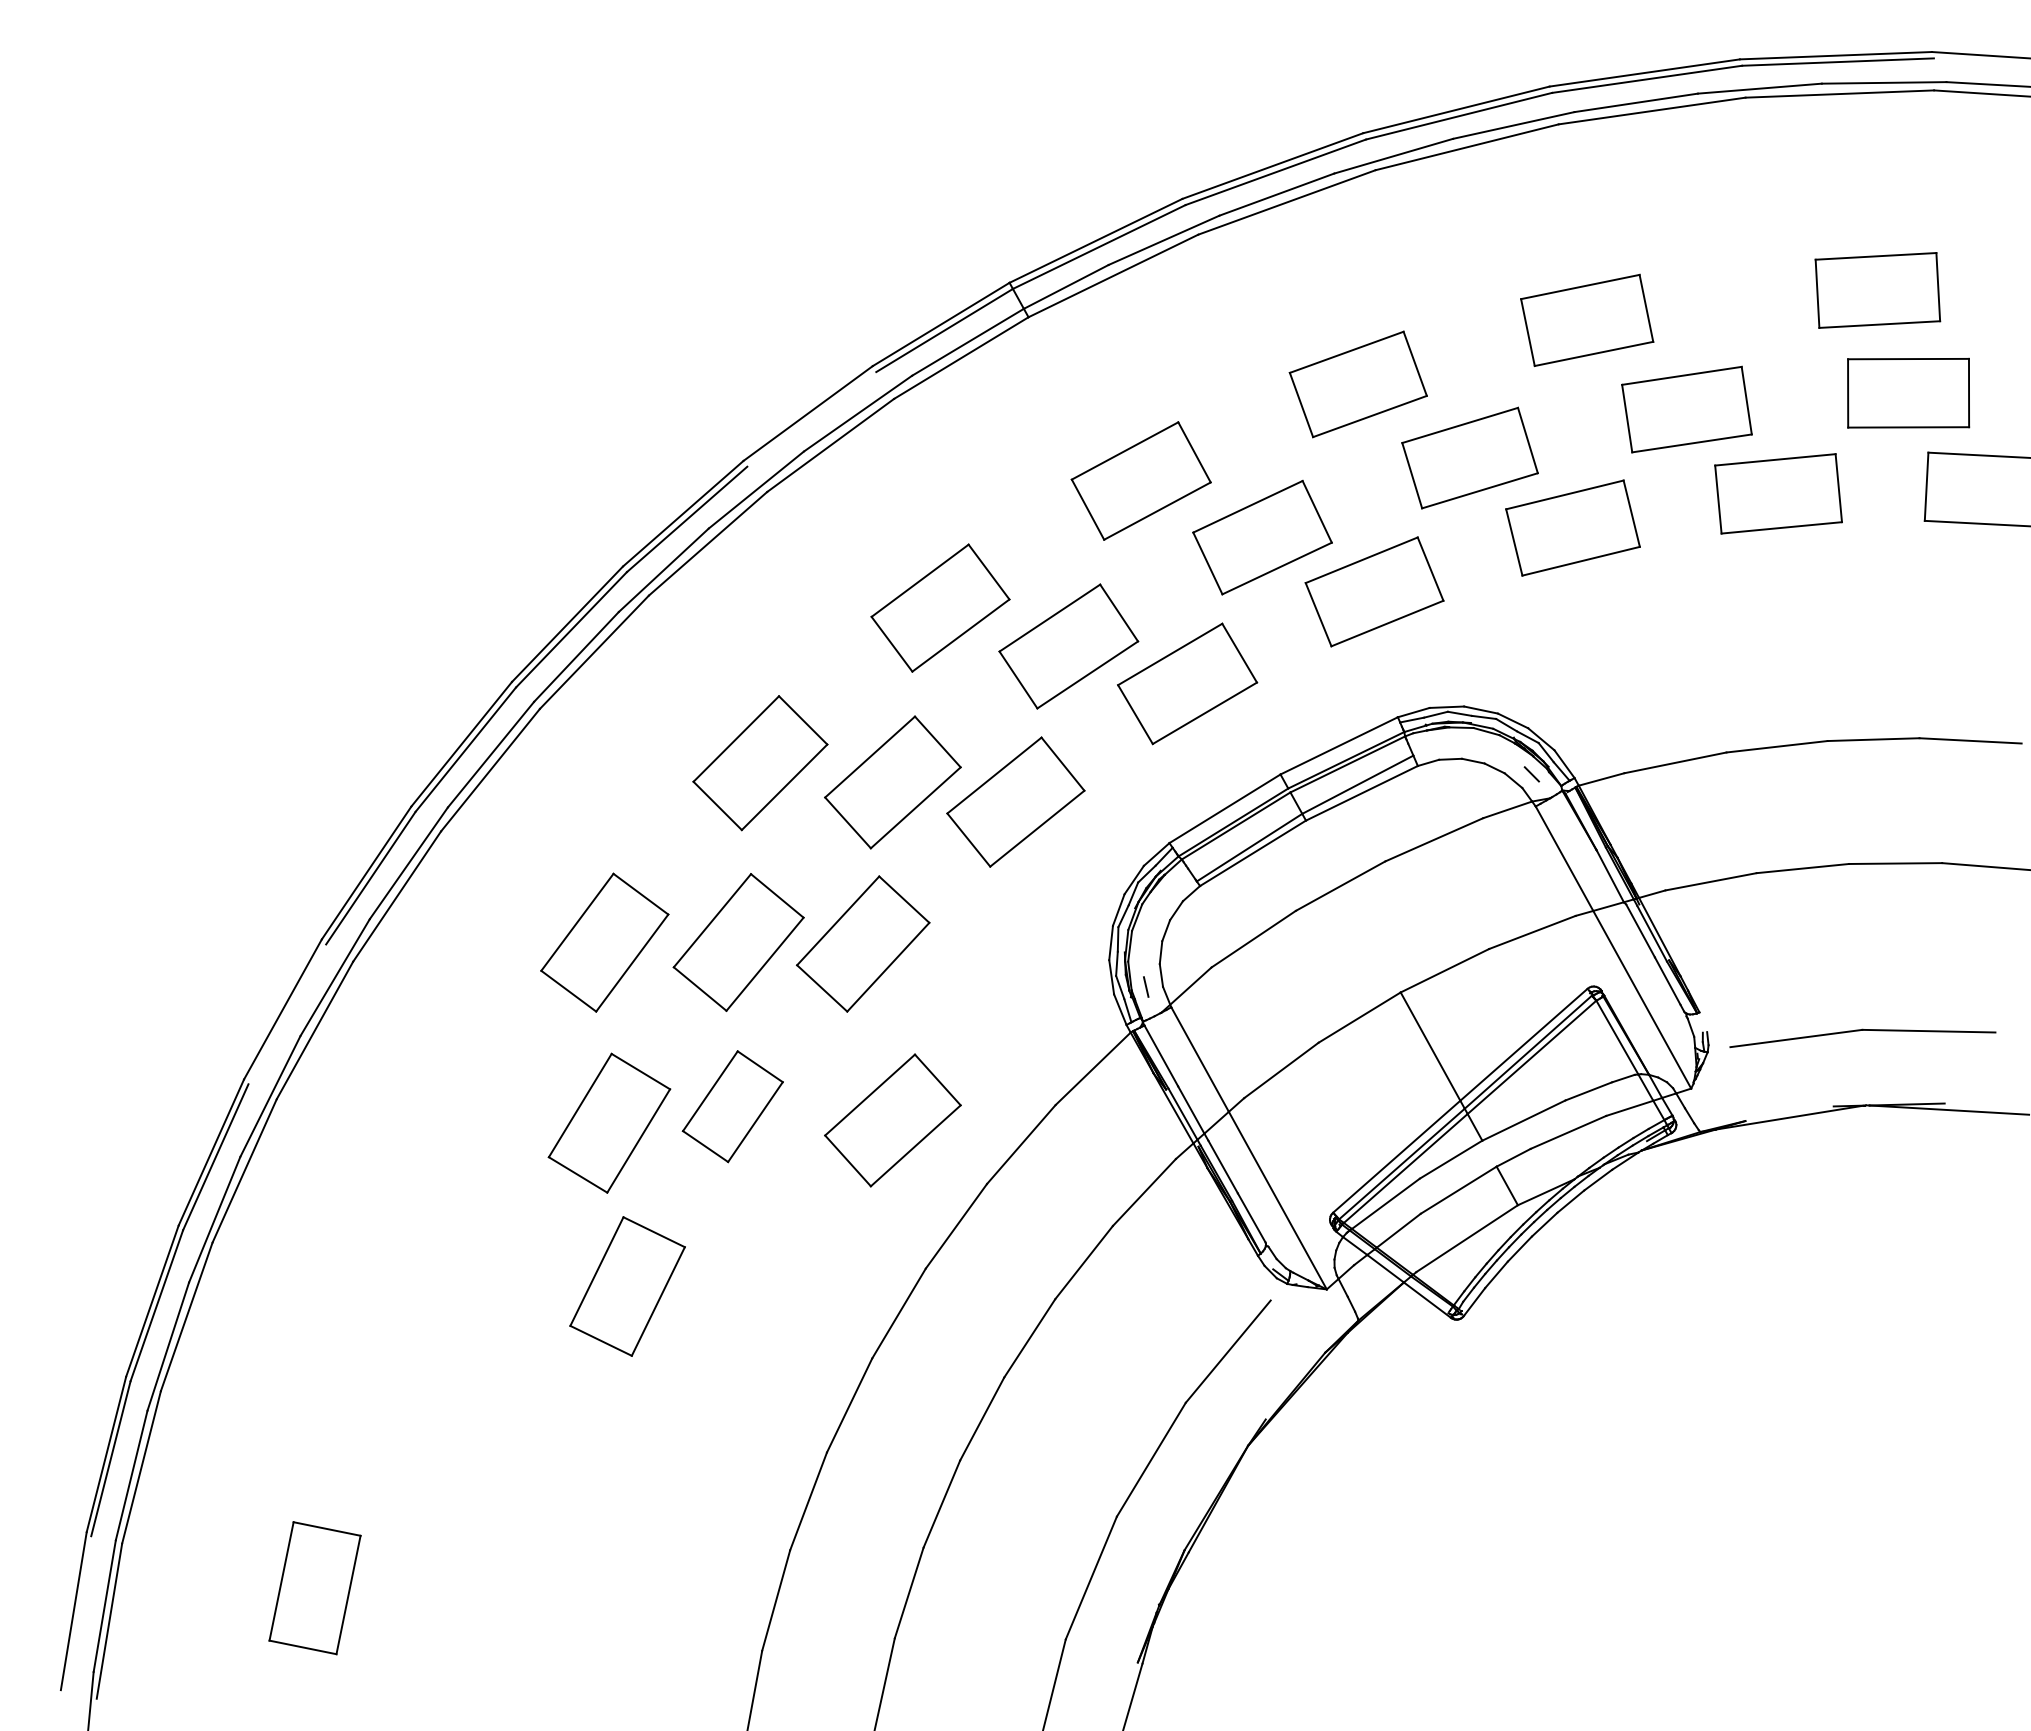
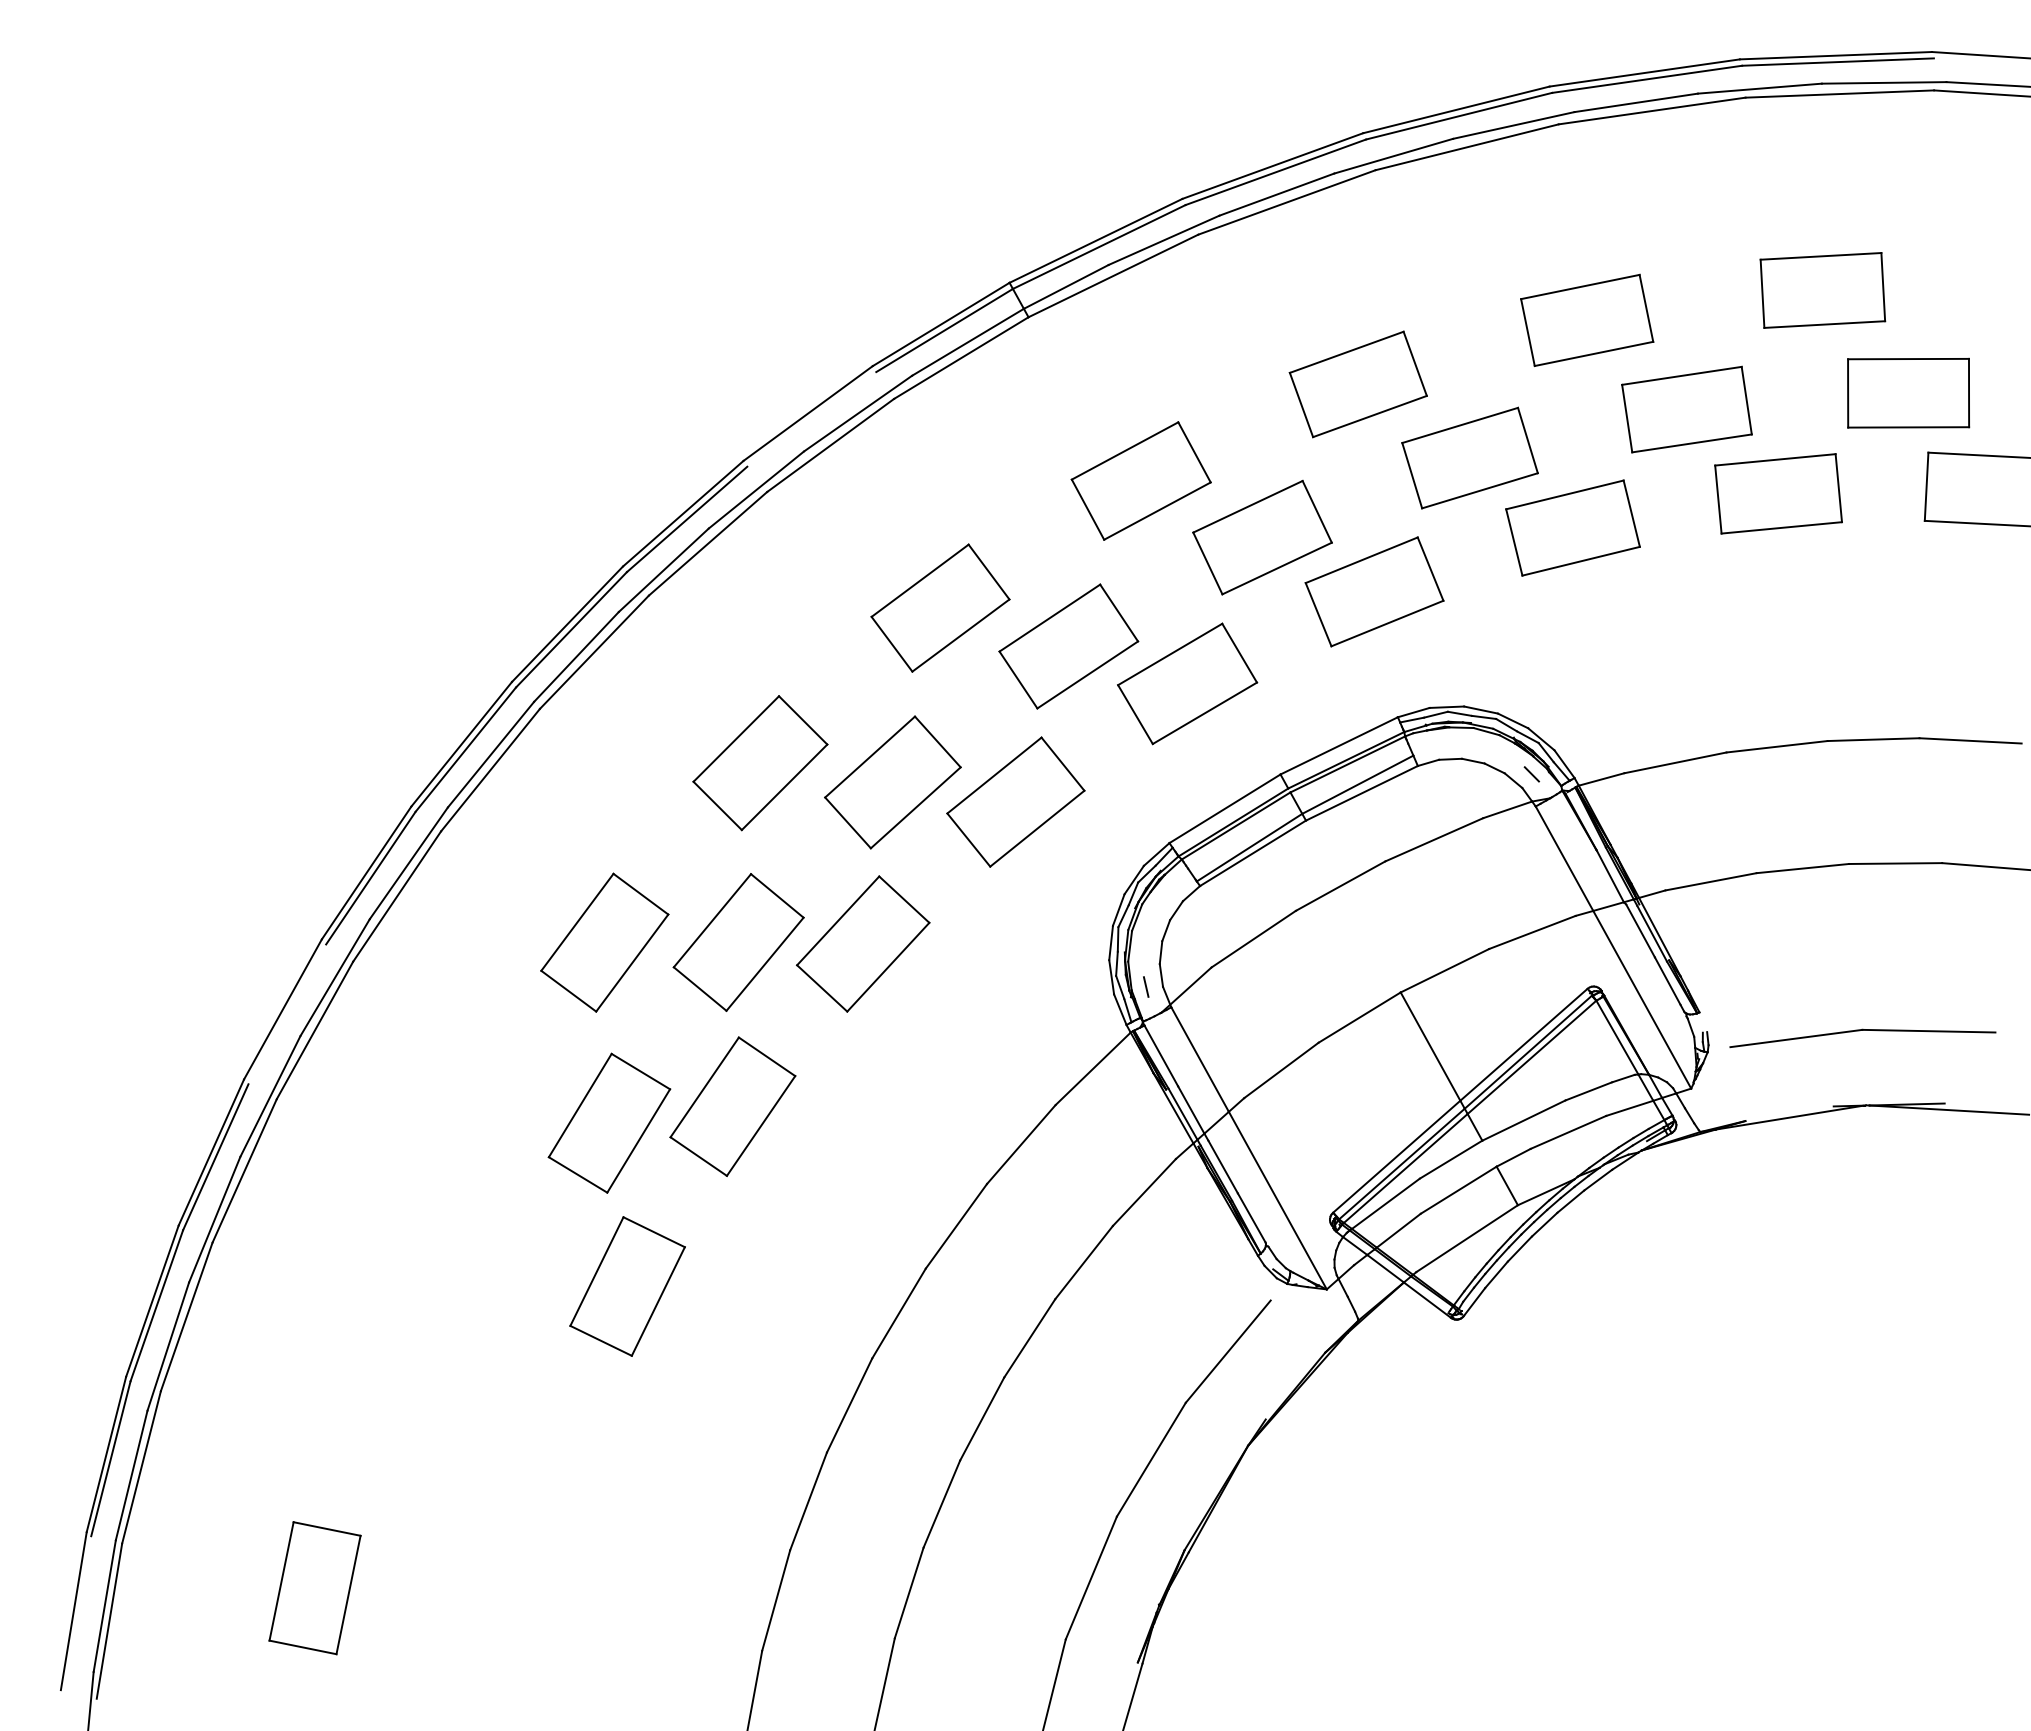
part at (1877, 290) position: (1877, 290) -> (1822, 290)
part at (732, 1106) size: 103x114 px -> 128x141 px
part at (892, 1120): present -> none
